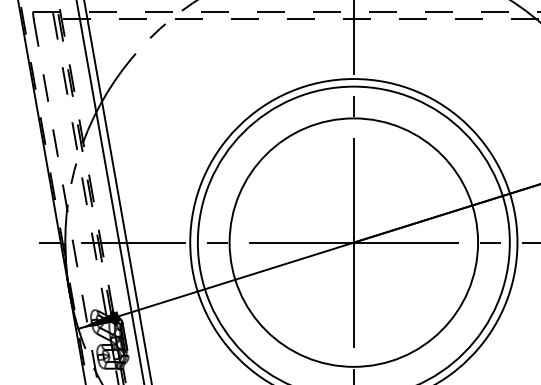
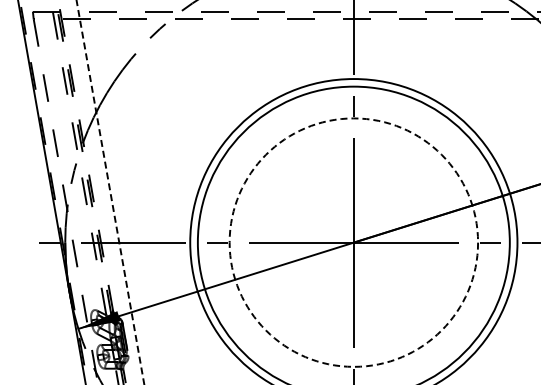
line at (117, 191): present -> none
line at (110, 192): solid -> dashed
circle at (353, 242): solid -> dashed
